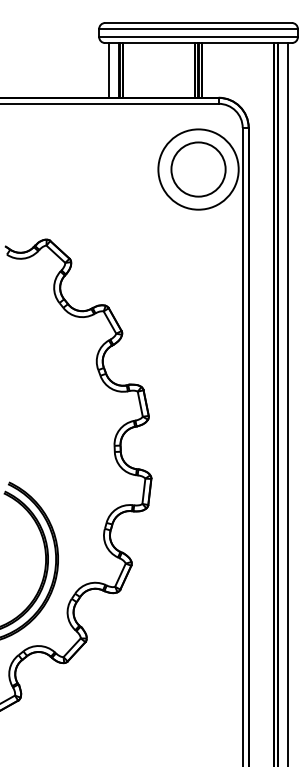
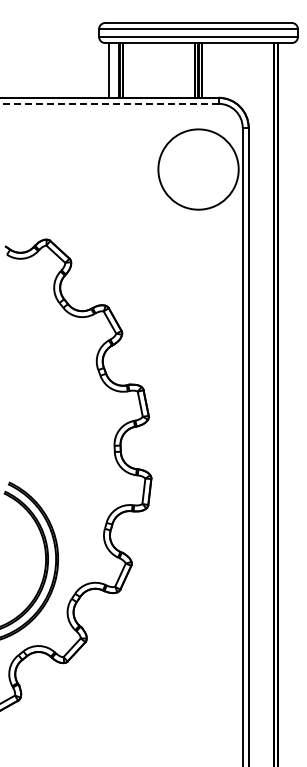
line at (109, 103): solid -> dashed
circle at (198, 169): present -> none
line at (287, 403): present -> none
